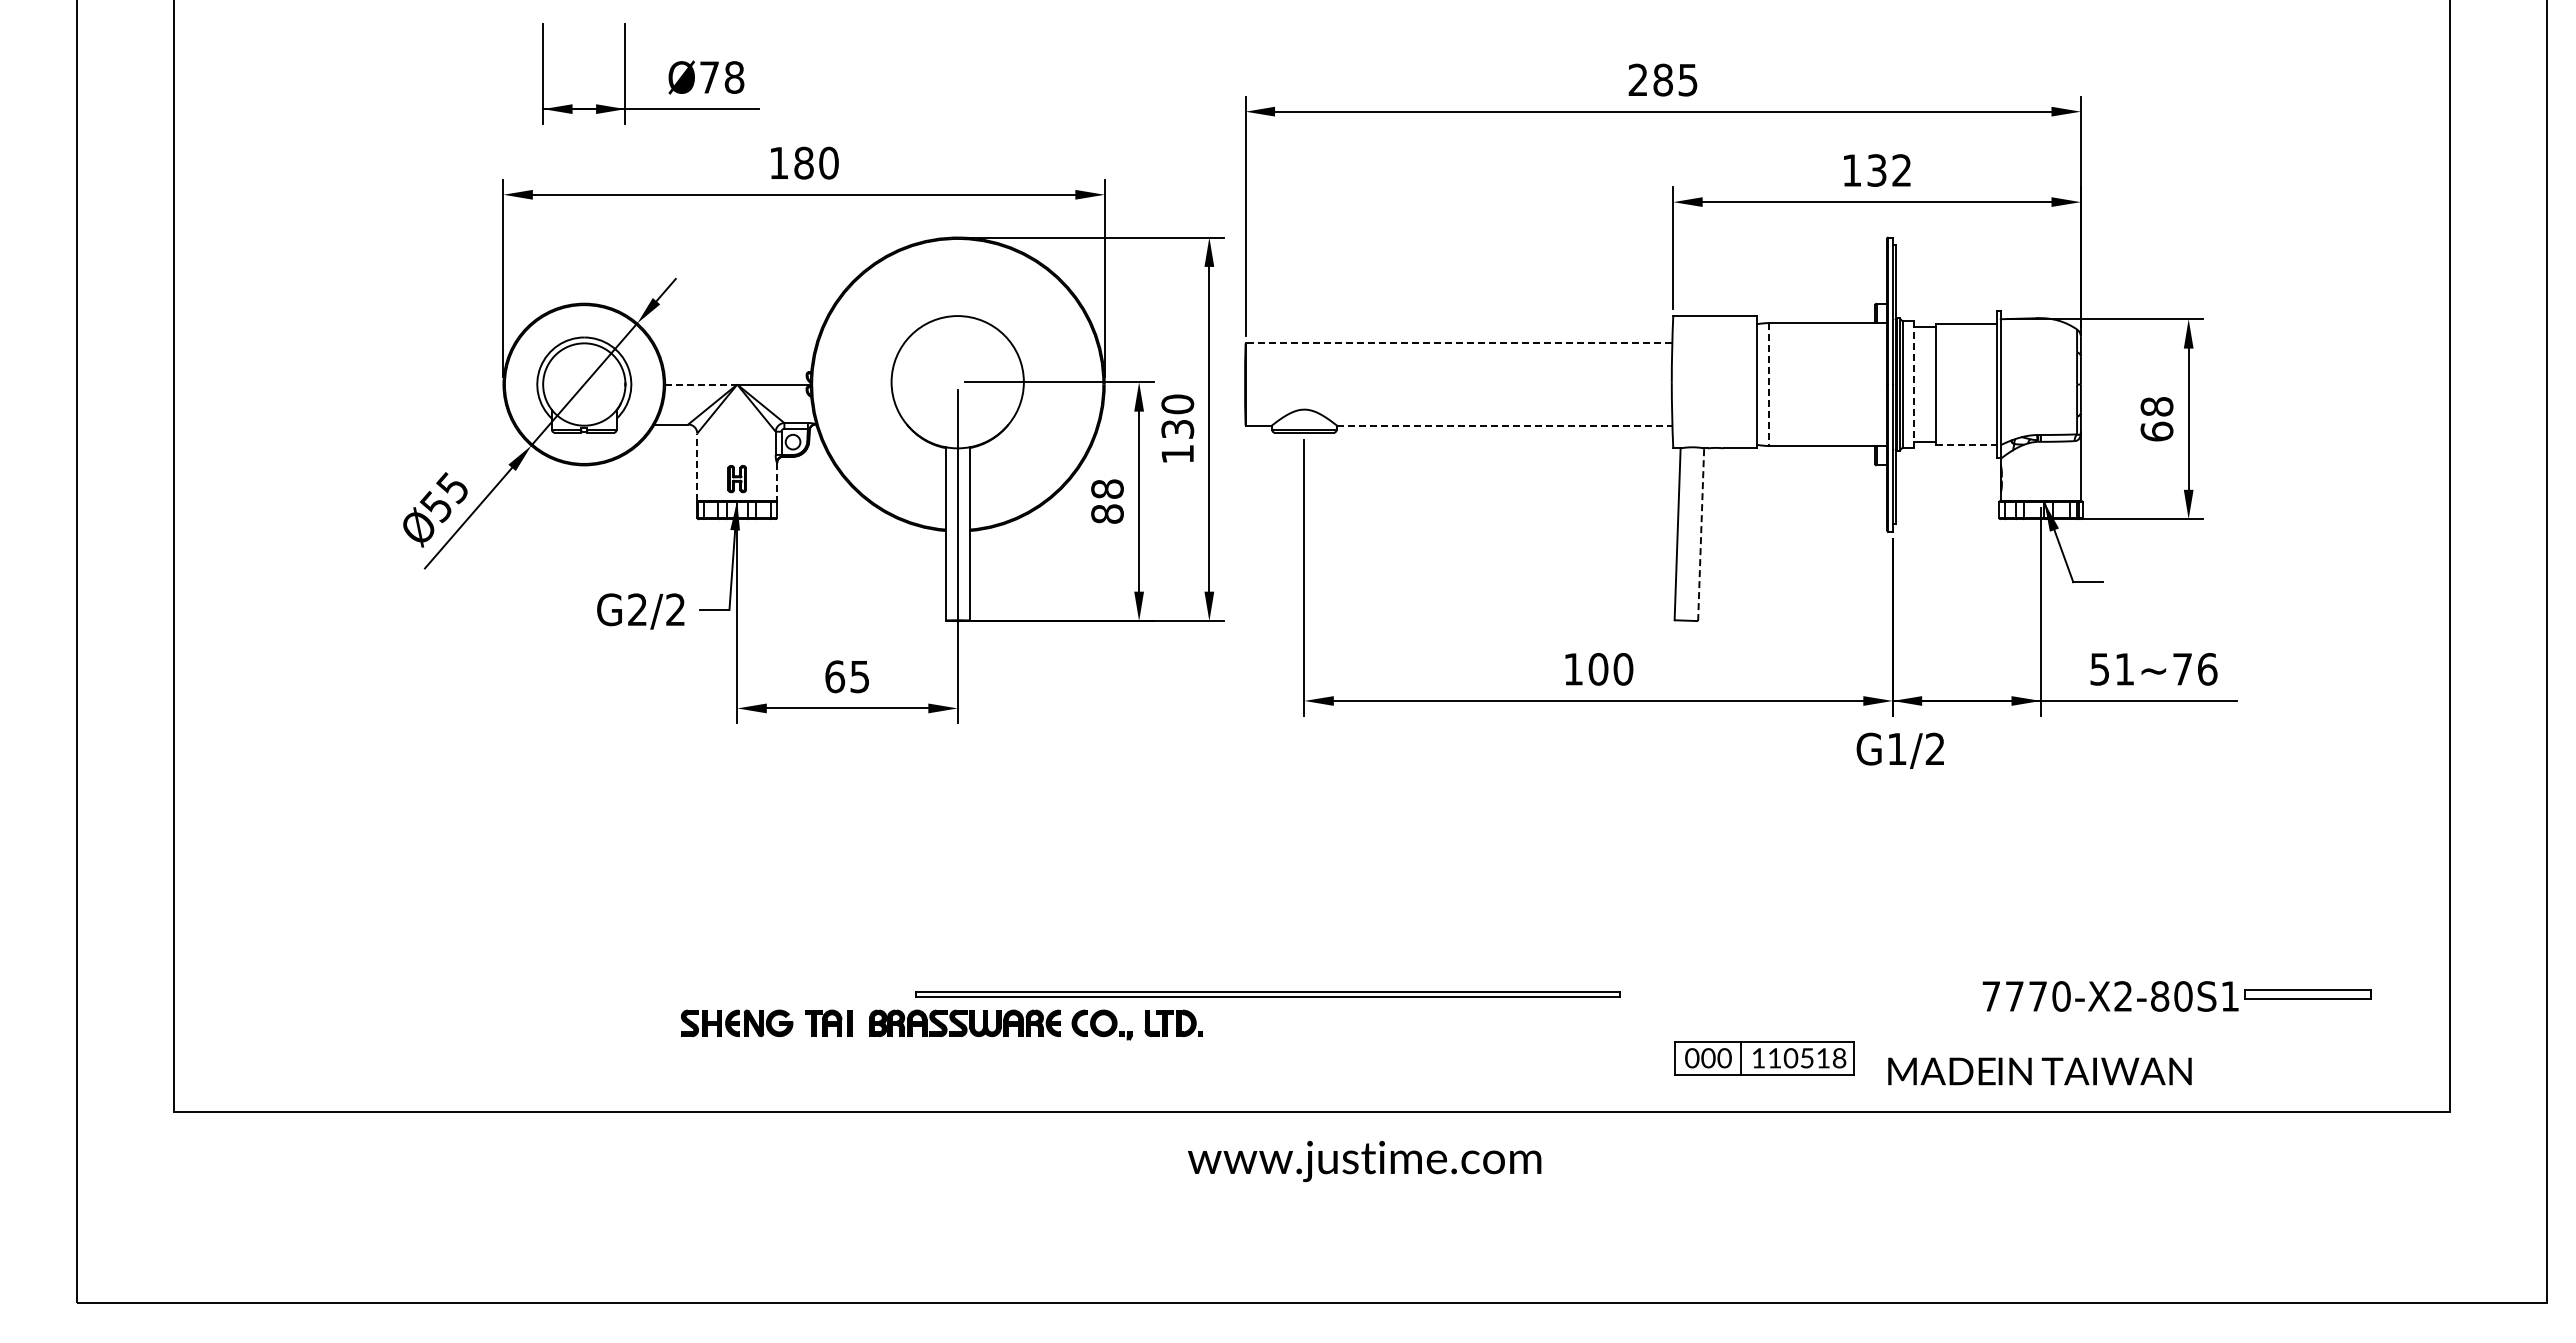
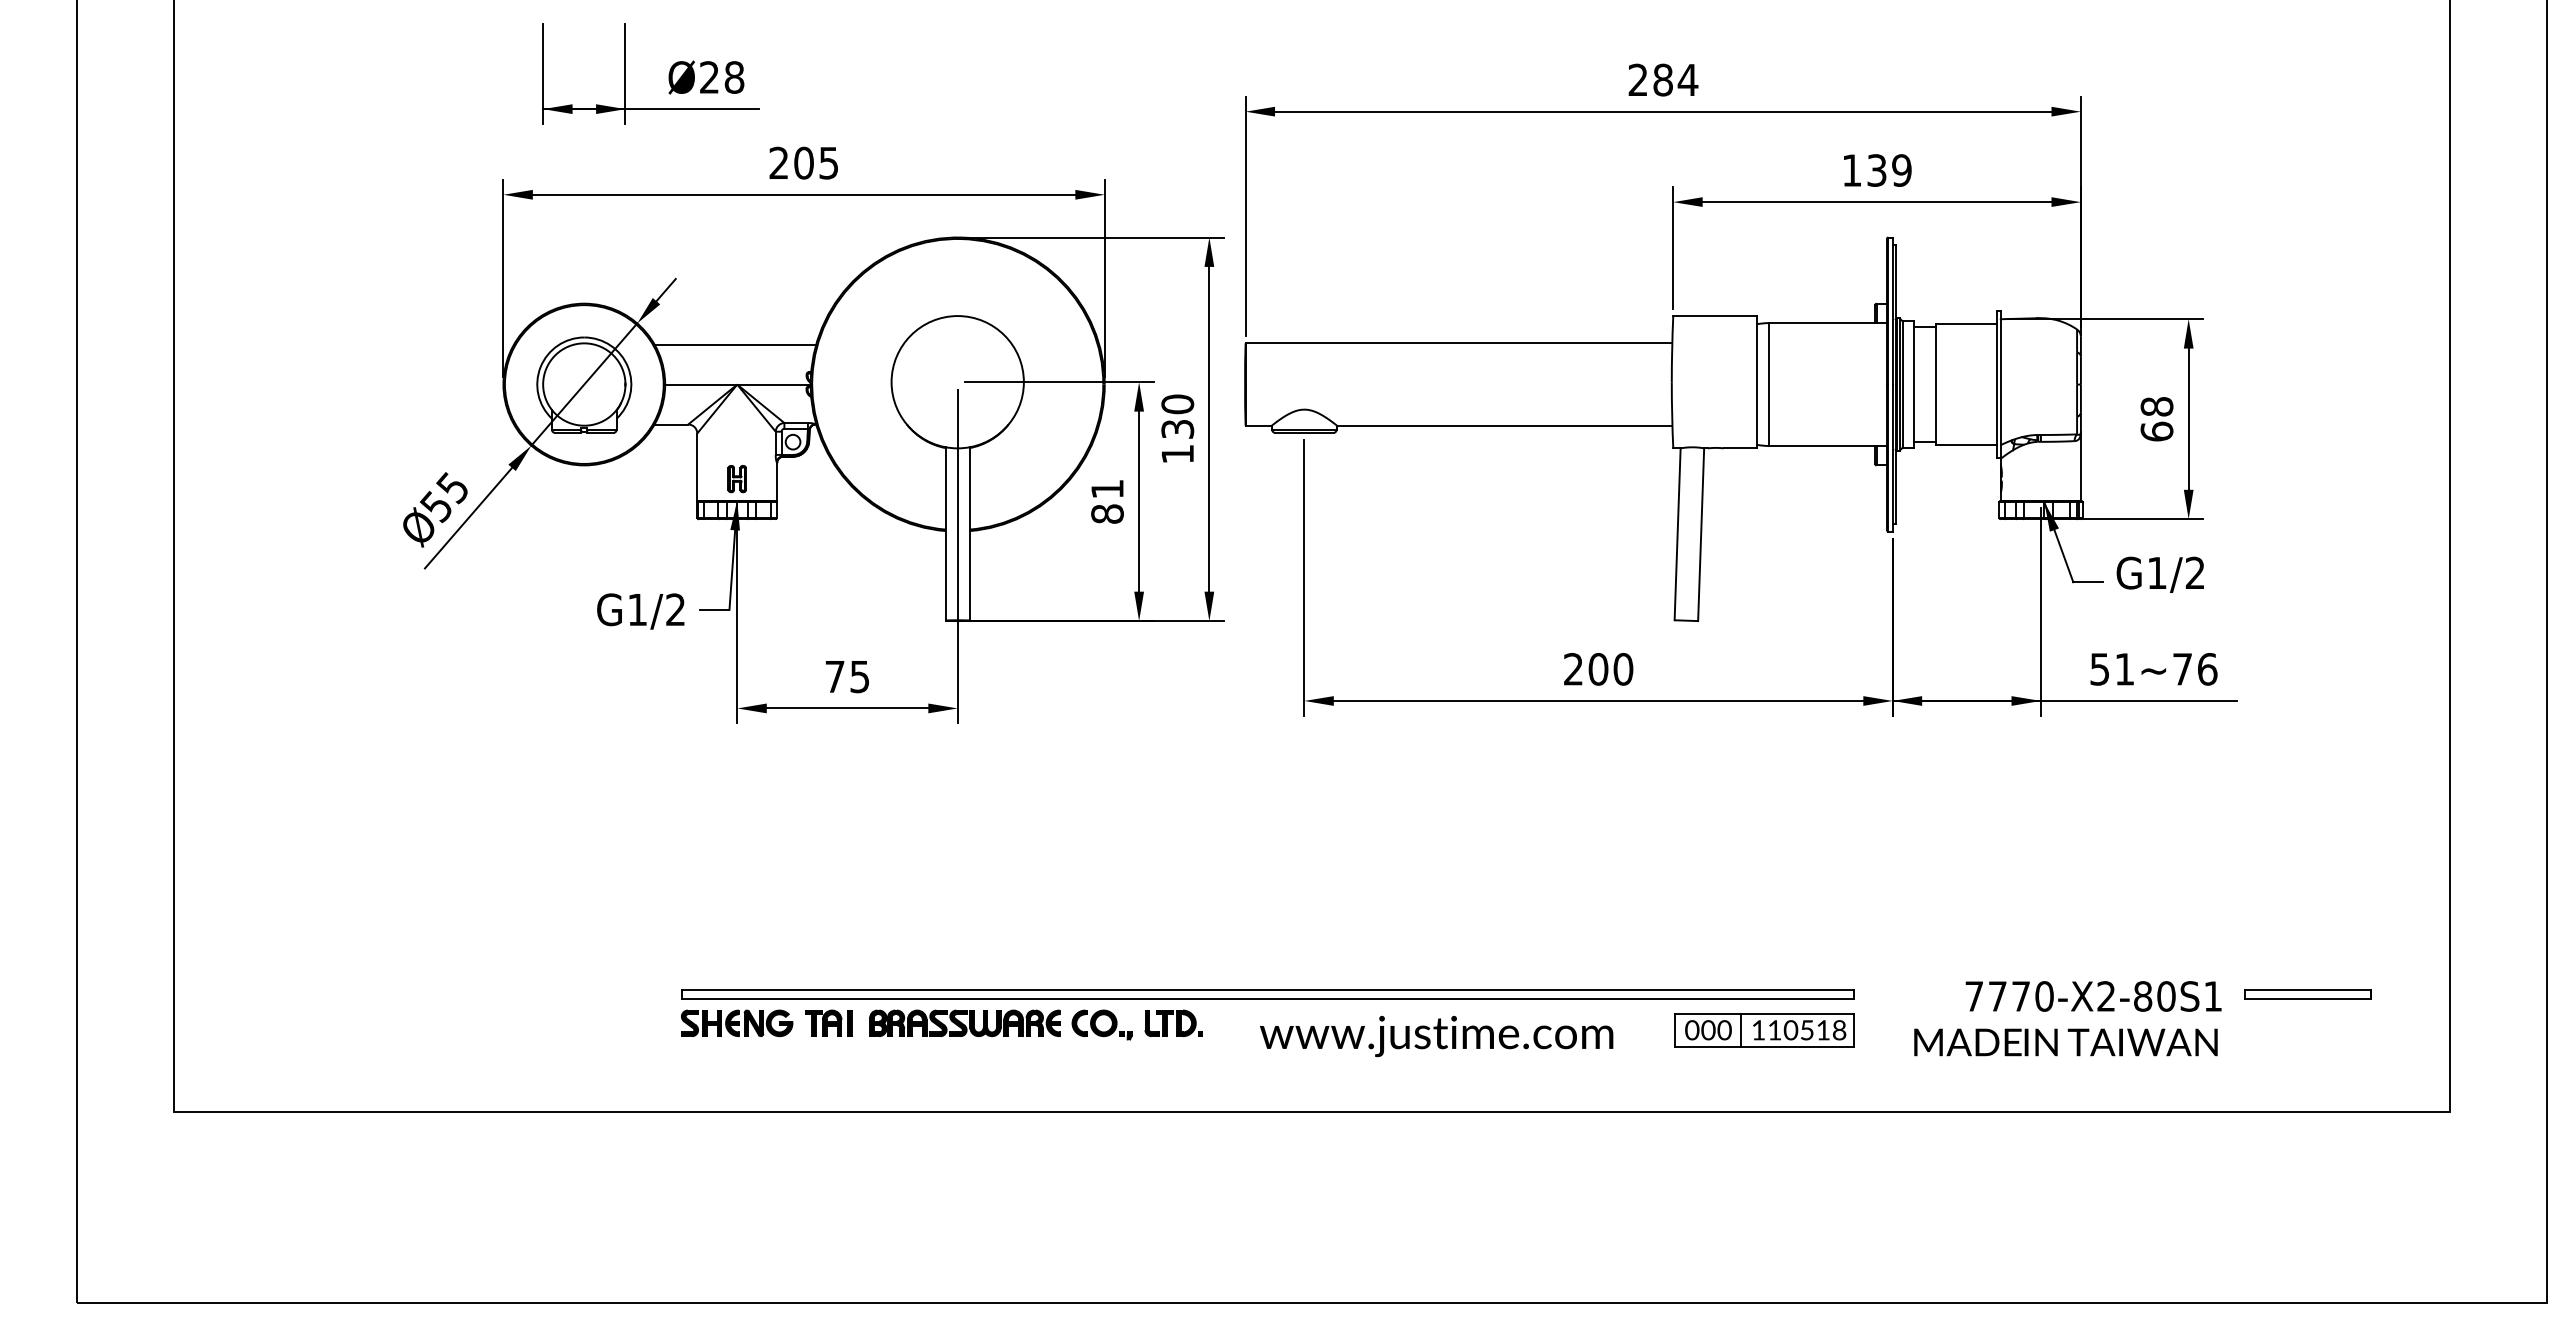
text at (709, 77): Ø78 -> Ø28
text at (1687, 80): 285 -> 284
text at (803, 162): 180 -> 205
text at (1901, 170): 132 -> 139
line at (1458, 343): dashed -> solid
line at (735, 344): none -> present
line at (701, 384): dashed -> solid
line at (1769, 385): dashed -> solid
line at (1914, 385): dashed -> solid
line at (1504, 425): dashed -> solid
line at (1966, 444): dashed -> solid
line at (697, 467): dashed -> solid
line at (777, 482): dashed -> solid
text at (1107, 488): 88 -> 81
line at (1701, 534): dashed -> solid
text at (637, 609): G2/2 -> G1/2
text at (1573, 669): 100 -> 200
text at (835, 676): 65 -> 75
text at (1899, 750) position: (1899, 750) -> (2159, 574)
part at (1267, 994) size: 706x7 px -> 1174x11 px
text at (2110, 996) position: (2110, 996) -> (2093, 996)
part at (1764, 1058) position: (1764, 1058) -> (1764, 1030)
text at (2039, 1071) position: (2039, 1071) -> (2065, 1042)
text at (1364, 1161) position: (1364, 1161) -> (1436, 1036)
